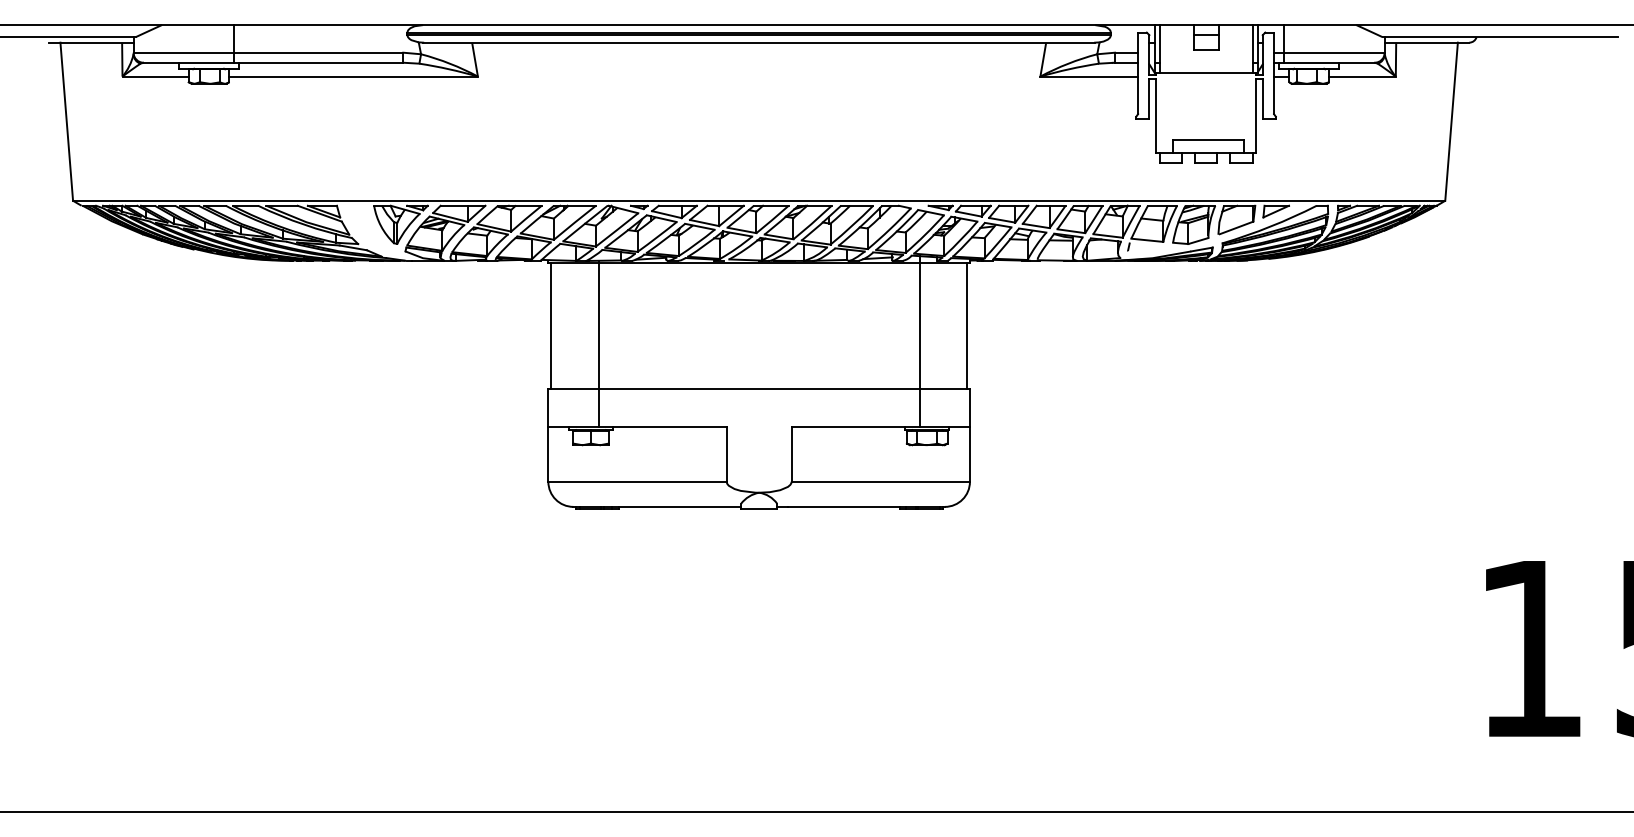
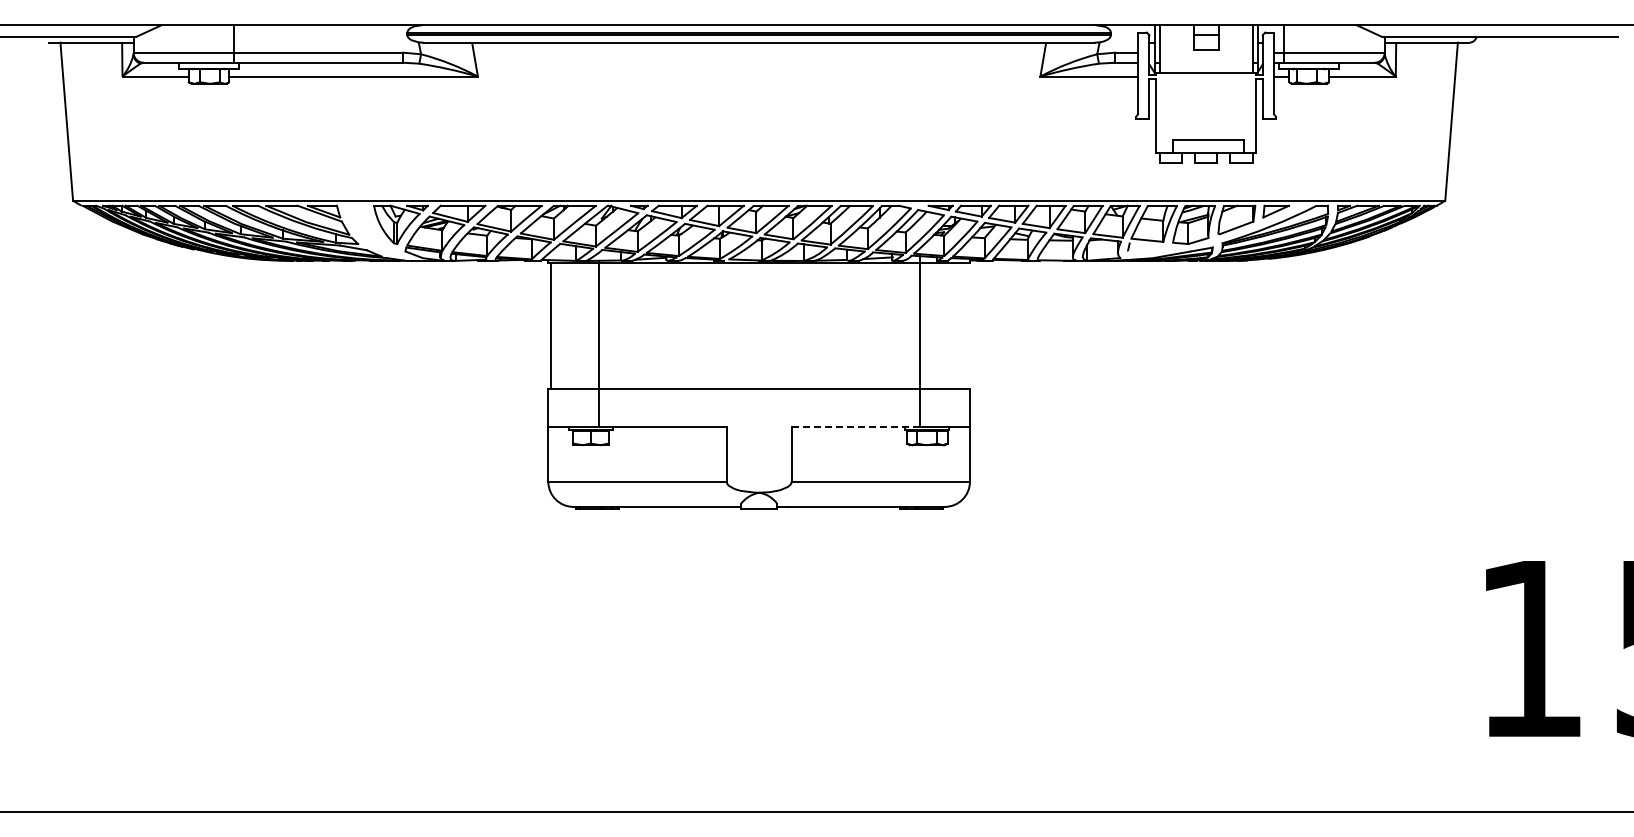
line at (967, 325): present -> none
line at (856, 426): solid -> dashed
